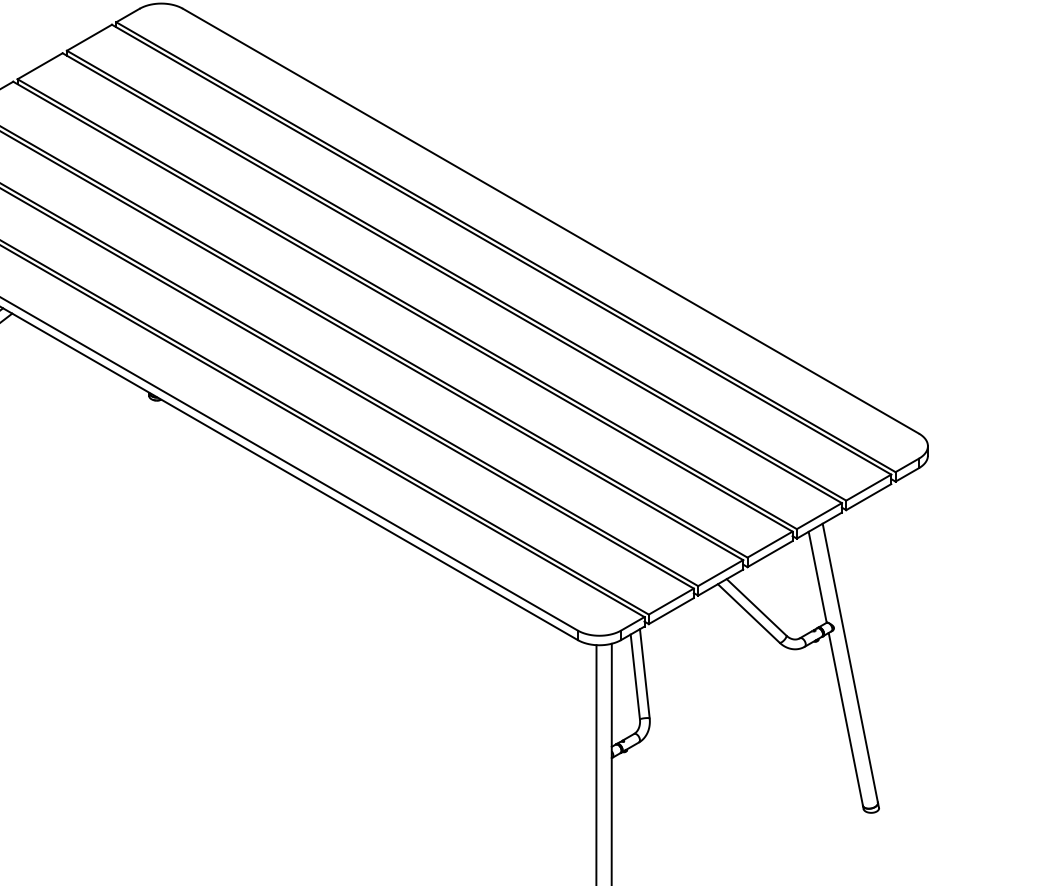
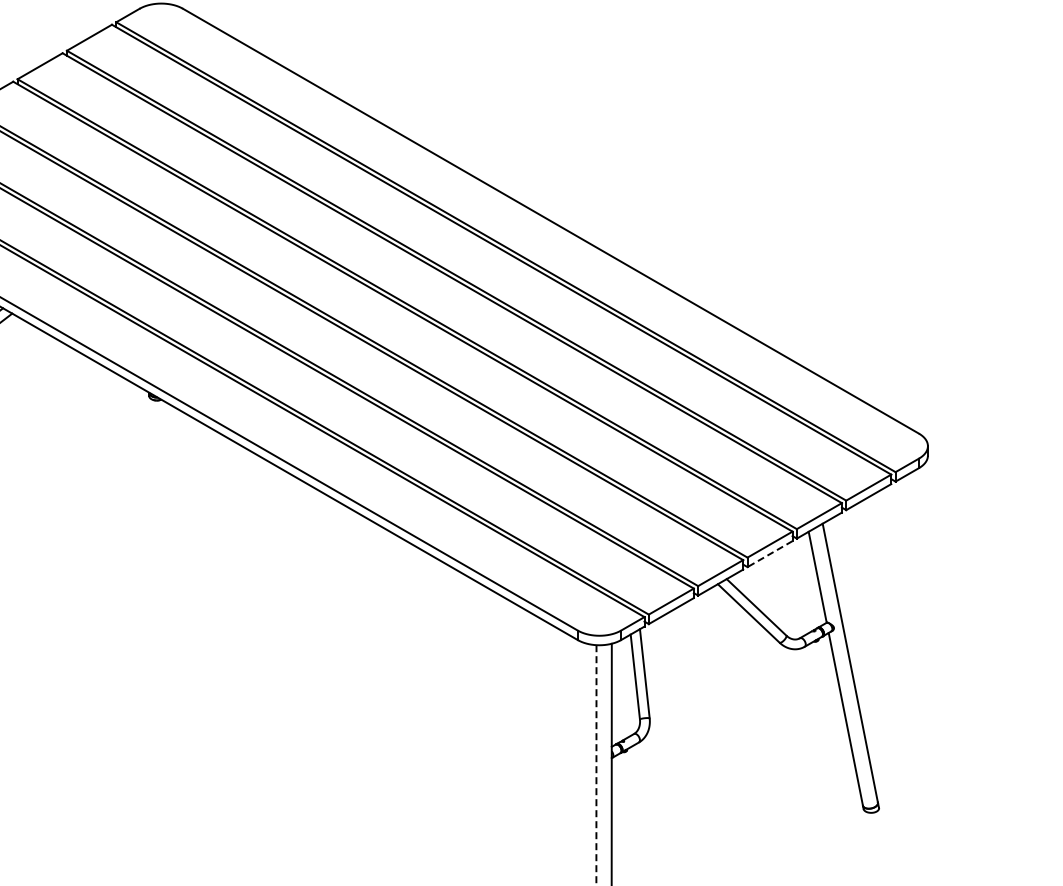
line at (770, 554): solid -> dashed
line at (596, 765): solid -> dashed
